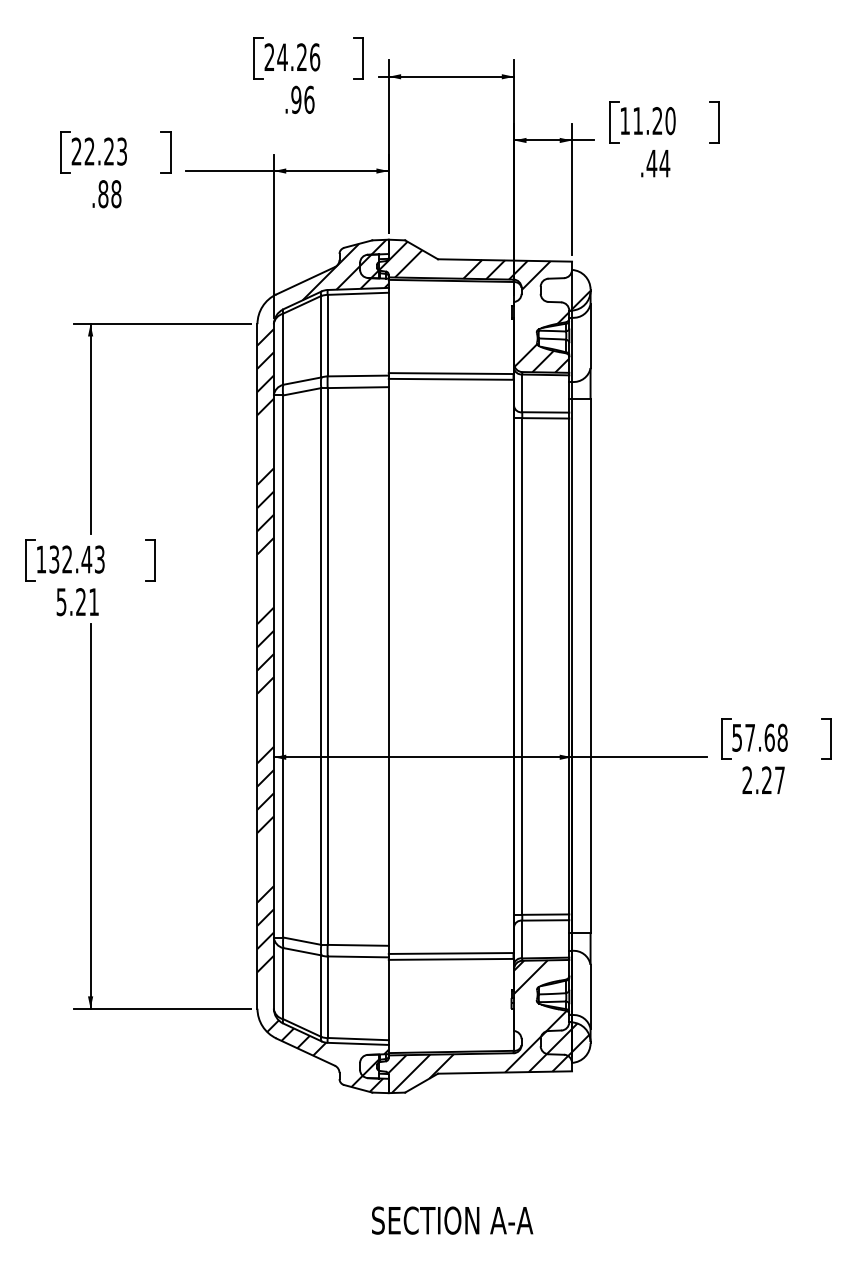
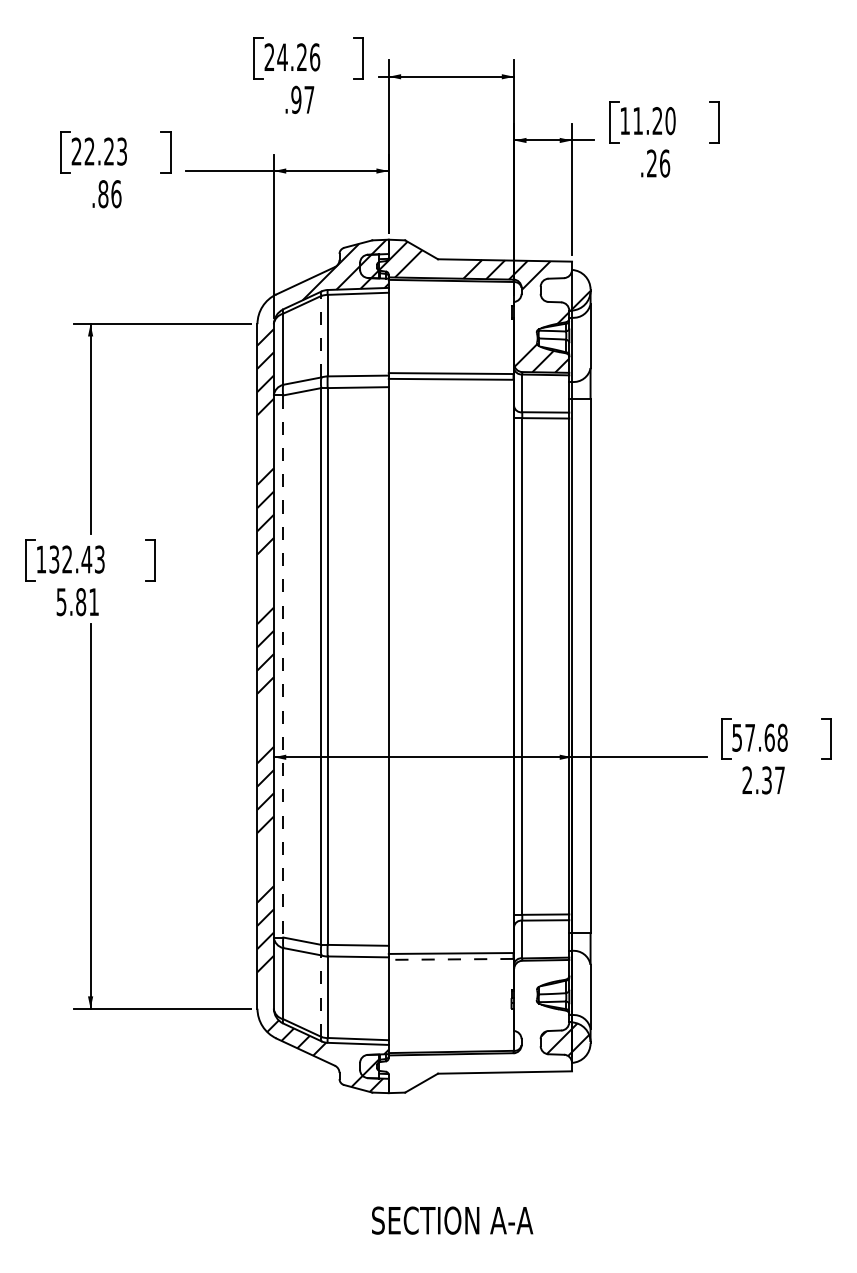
text at (309, 99): .96 -> .97
text at (658, 163): .44 -> .26
text at (116, 194): .88 -> .86
line at (321, 336): solid -> dashed
text at (81, 602): 5.21 -> 5.81
line at (283, 666): solid -> dashed
text at (766, 780): 2.27 -> 2.37
line at (450, 959): solid -> dashed
line at (321, 996): solid -> dashed
hatch at (477, 1026): present -> none
